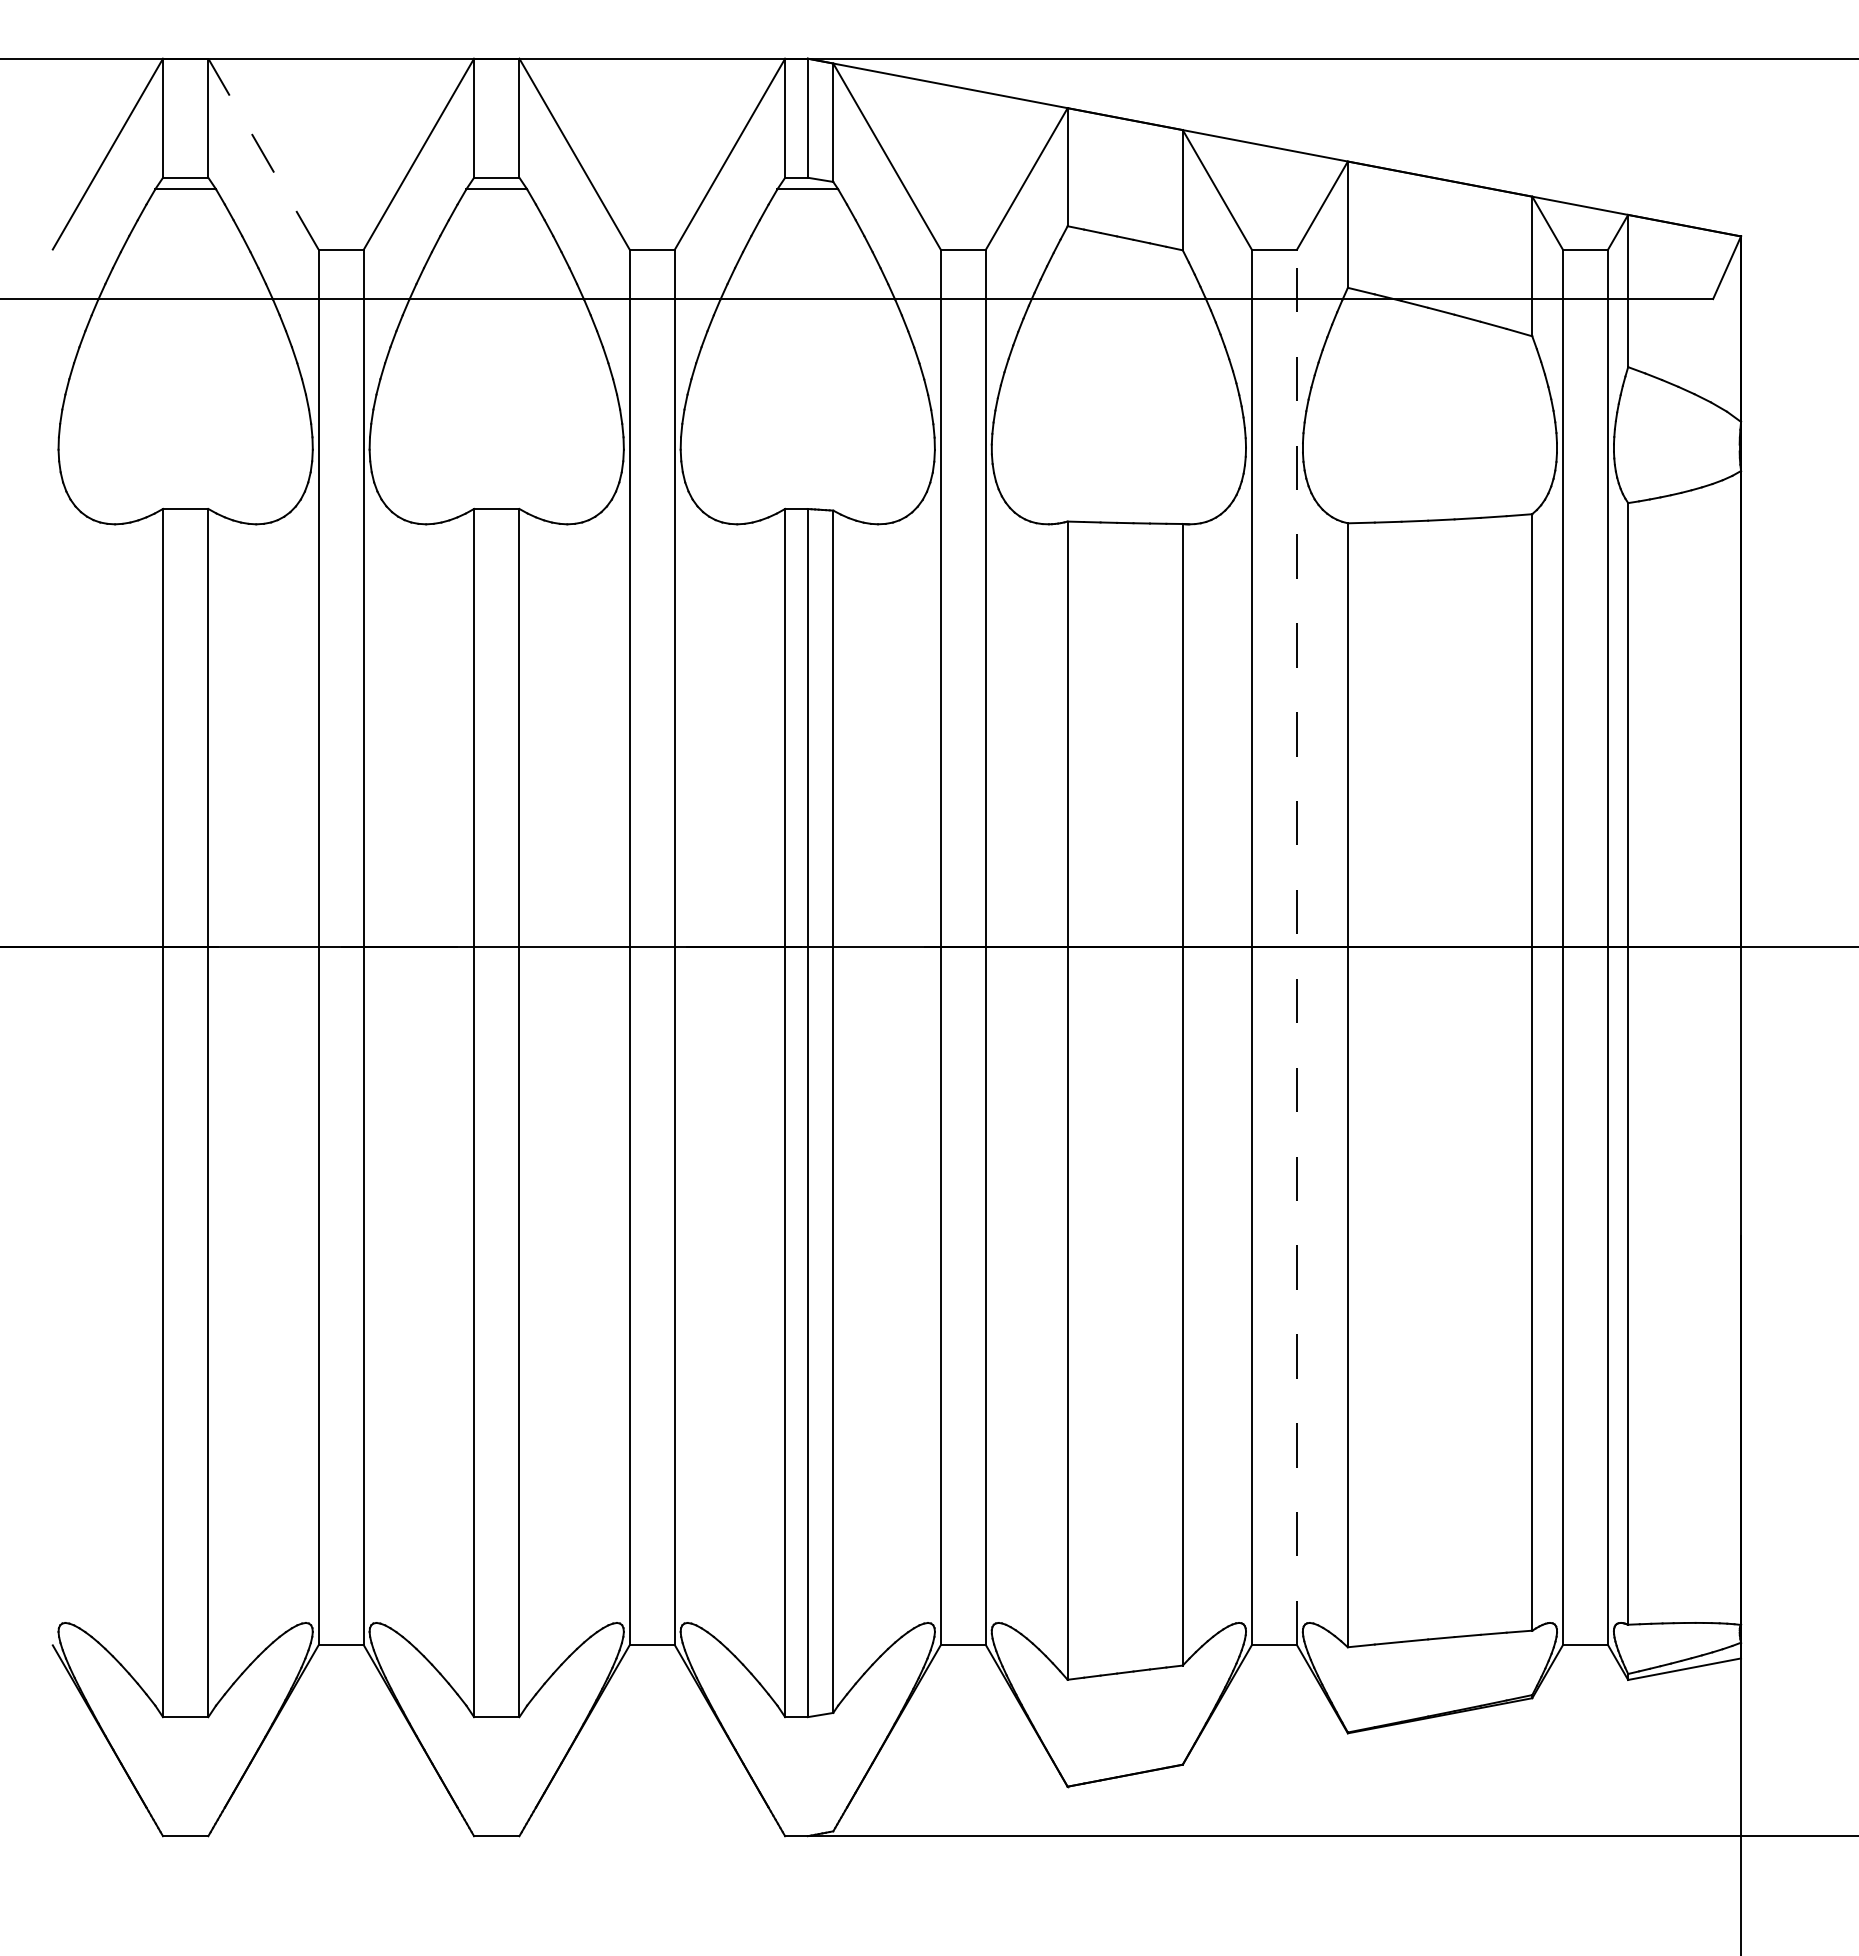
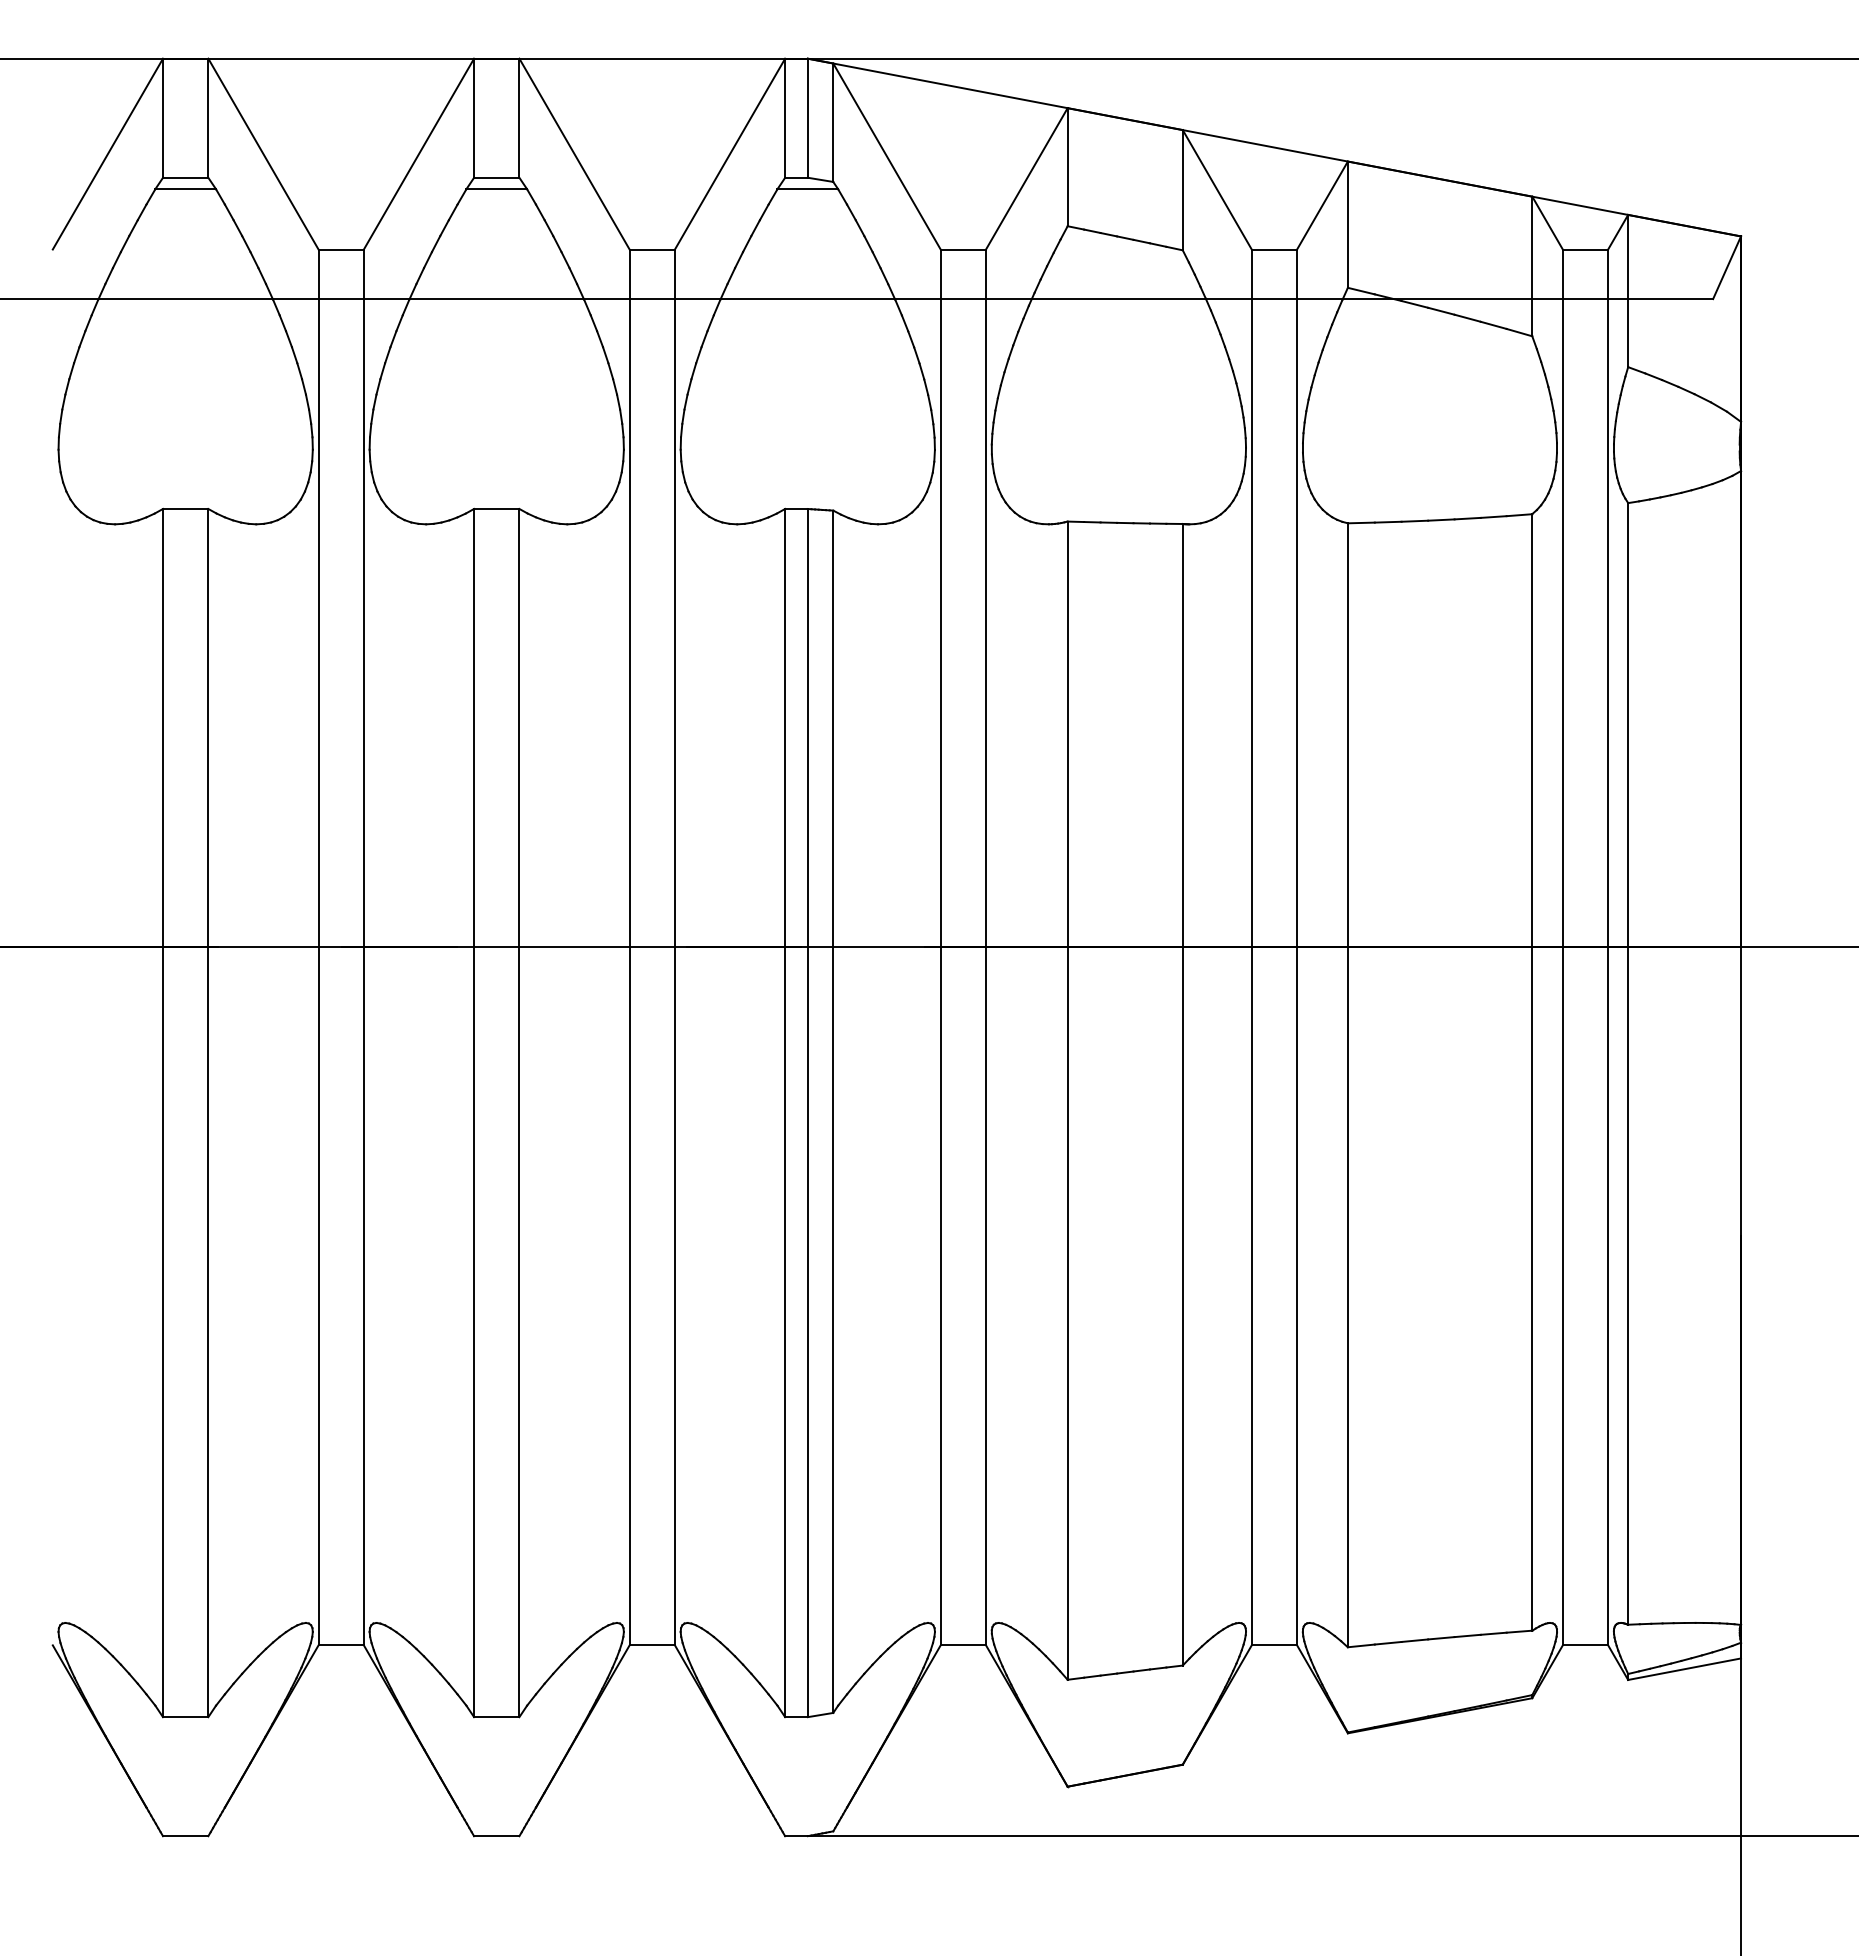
line at (263, 153): dashed -> solid
line at (1297, 947): dashed -> solid
